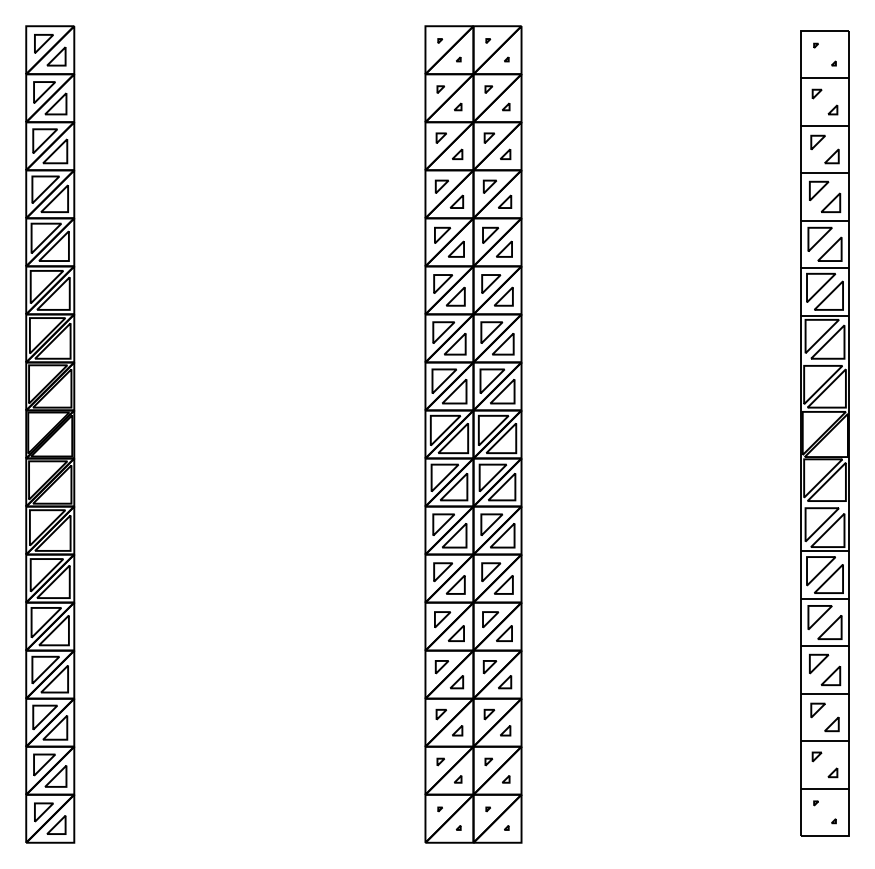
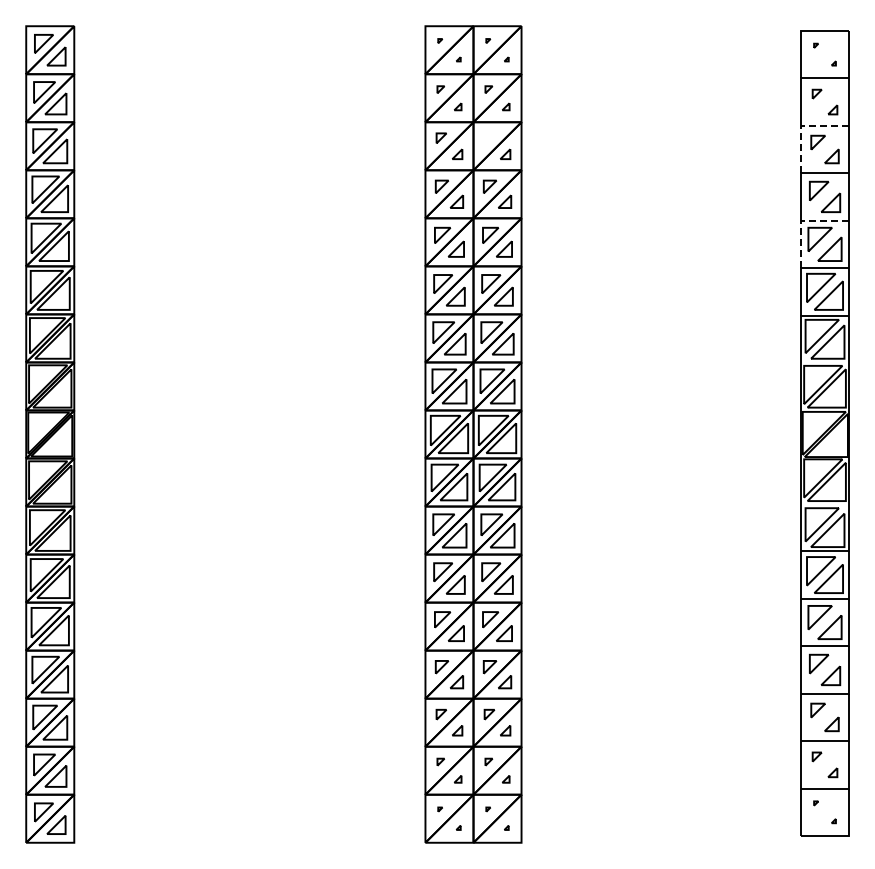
line at (801, 125): solid -> dashed
part at (488, 137): present -> none
line at (801, 220): solid -> dashed
